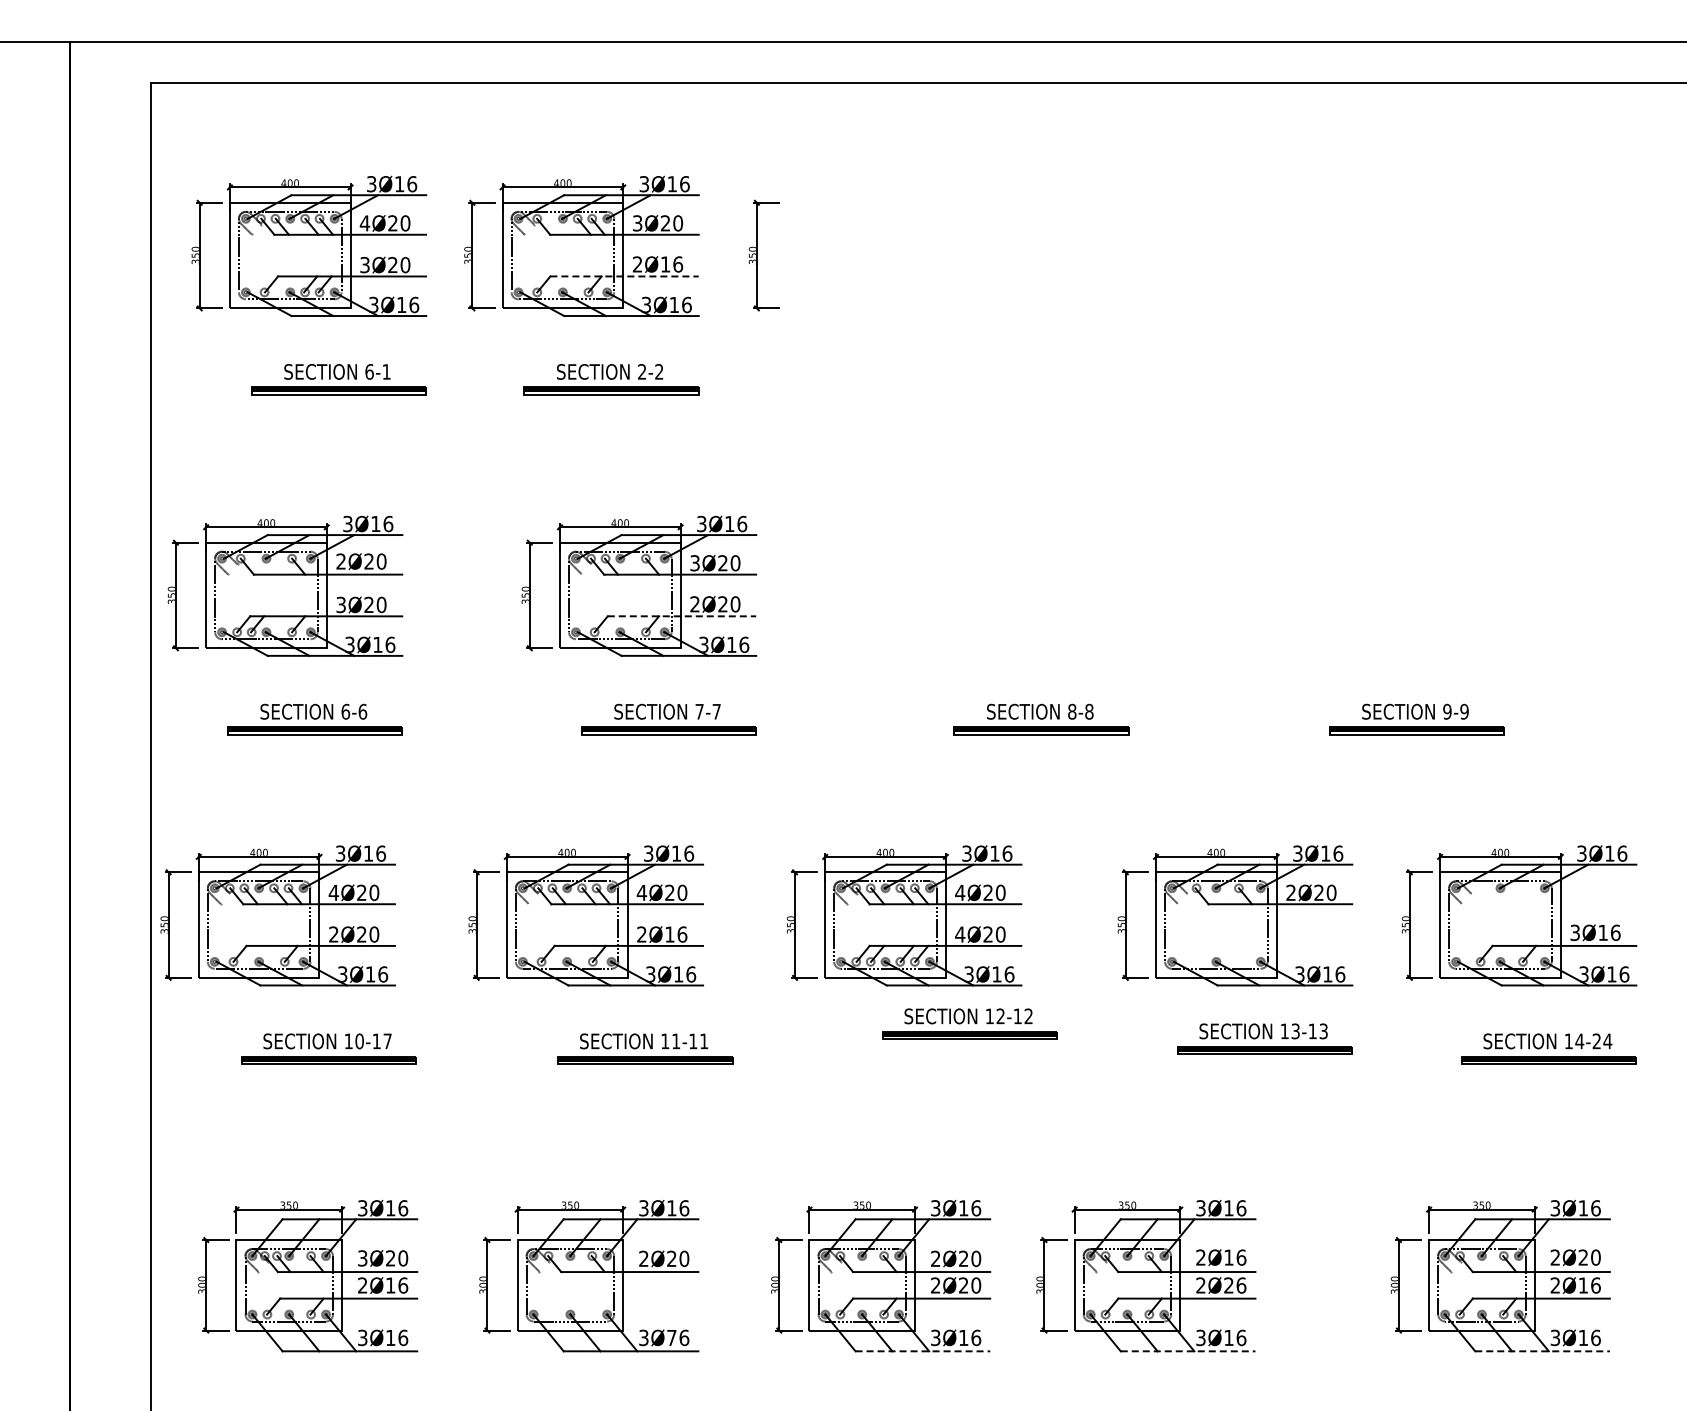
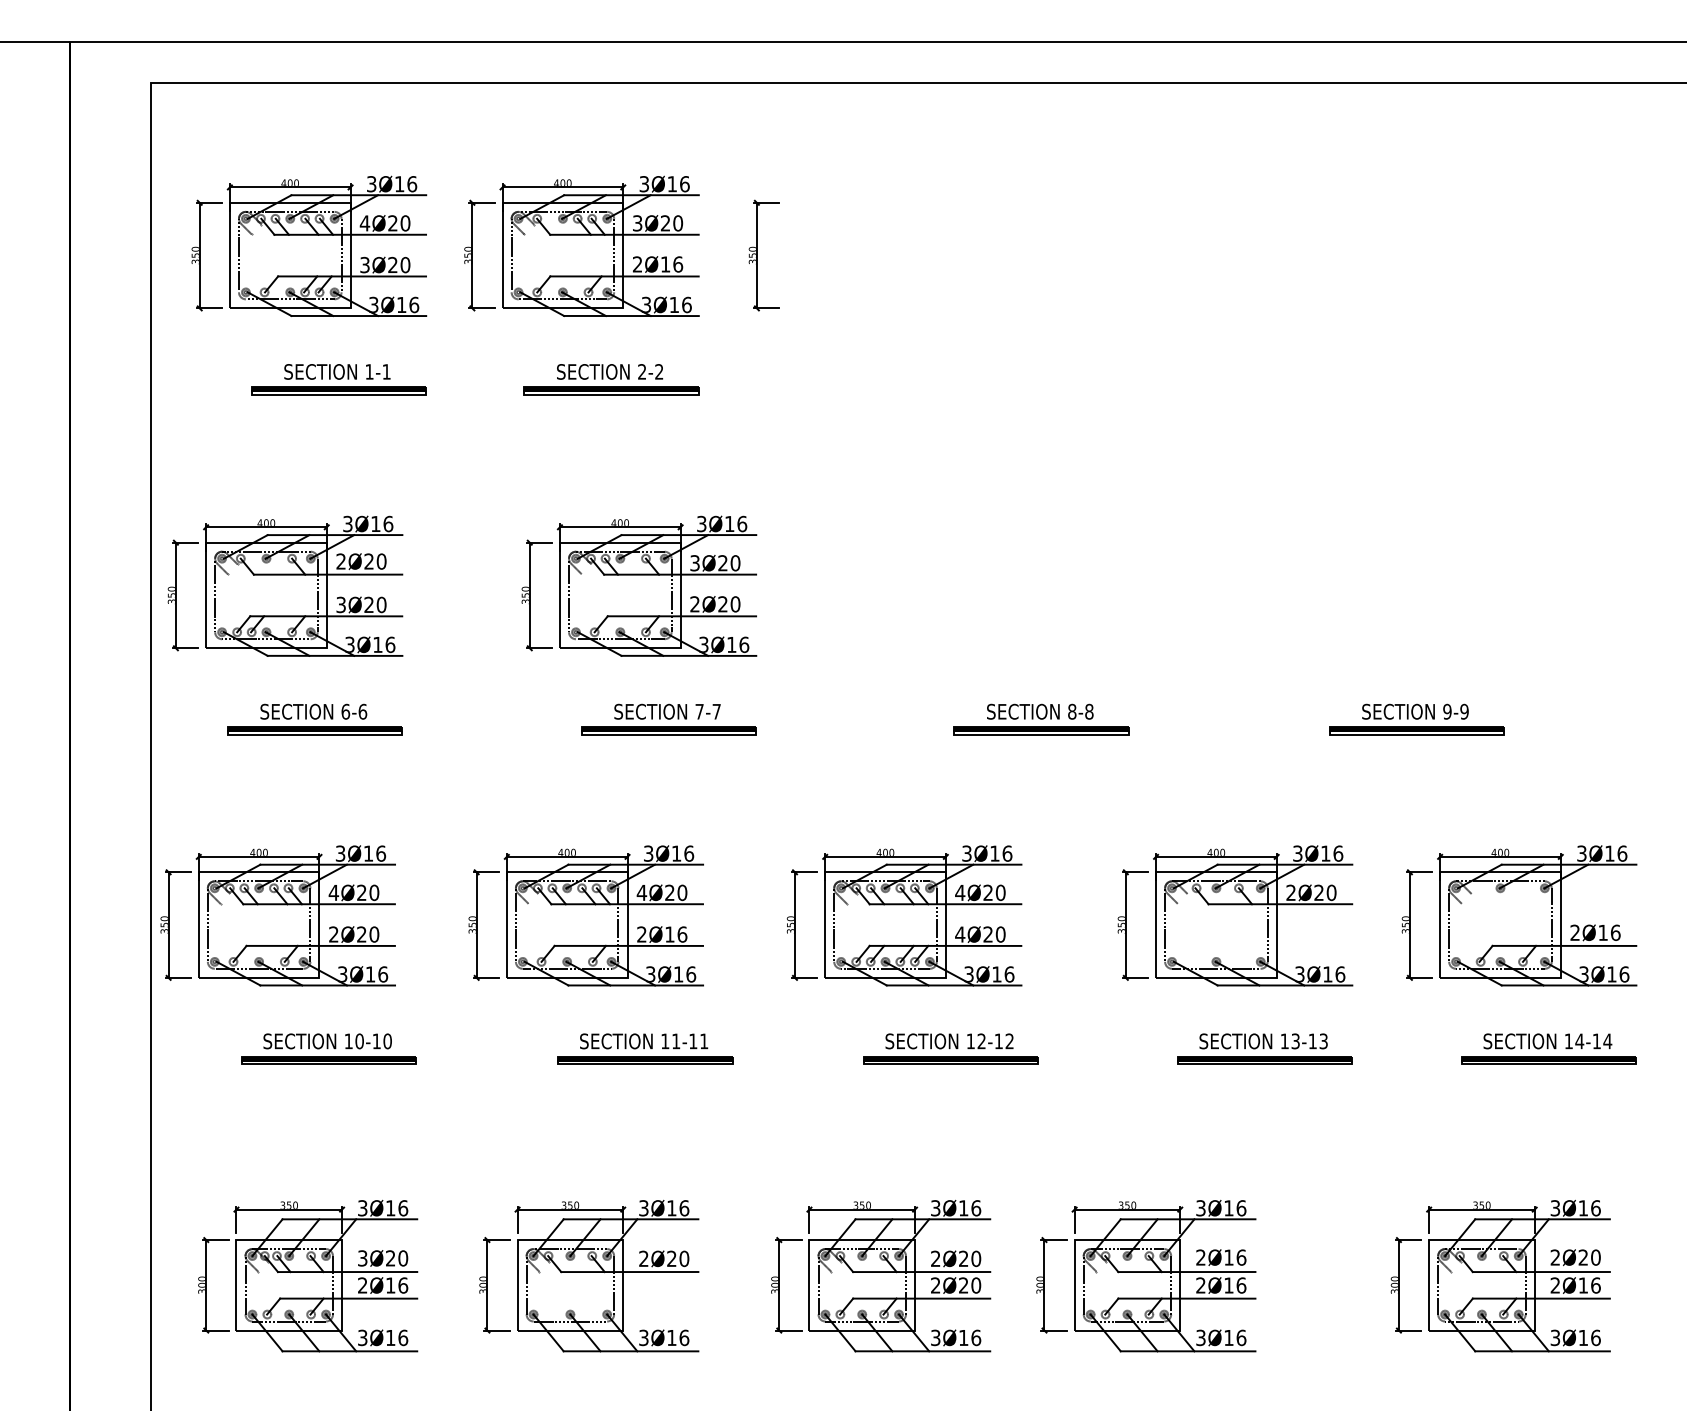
line at (625, 276): dashed -> solid
text at (369, 371): 6-1 -> 1-1
line at (682, 616): dashed -> solid
text at (1574, 933): 3Ø16 -> 2Ø16
part at (969, 1023) position: (969, 1023) -> (950, 1048)
part at (1264, 1038) position: (1264, 1038) -> (1264, 1048)
text at (1596, 1040): 14-24 -> 14-14
text at (387, 1041): 10-17 -> 10-10
text at (1228, 1285): 2Ø26 -> 2Ø16
text at (671, 1337): 3Ø76 -> 3Ø16
line at (923, 1351): dashed -> solid
line at (1188, 1351): dashed -> solid
line at (1543, 1351): dashed -> solid
